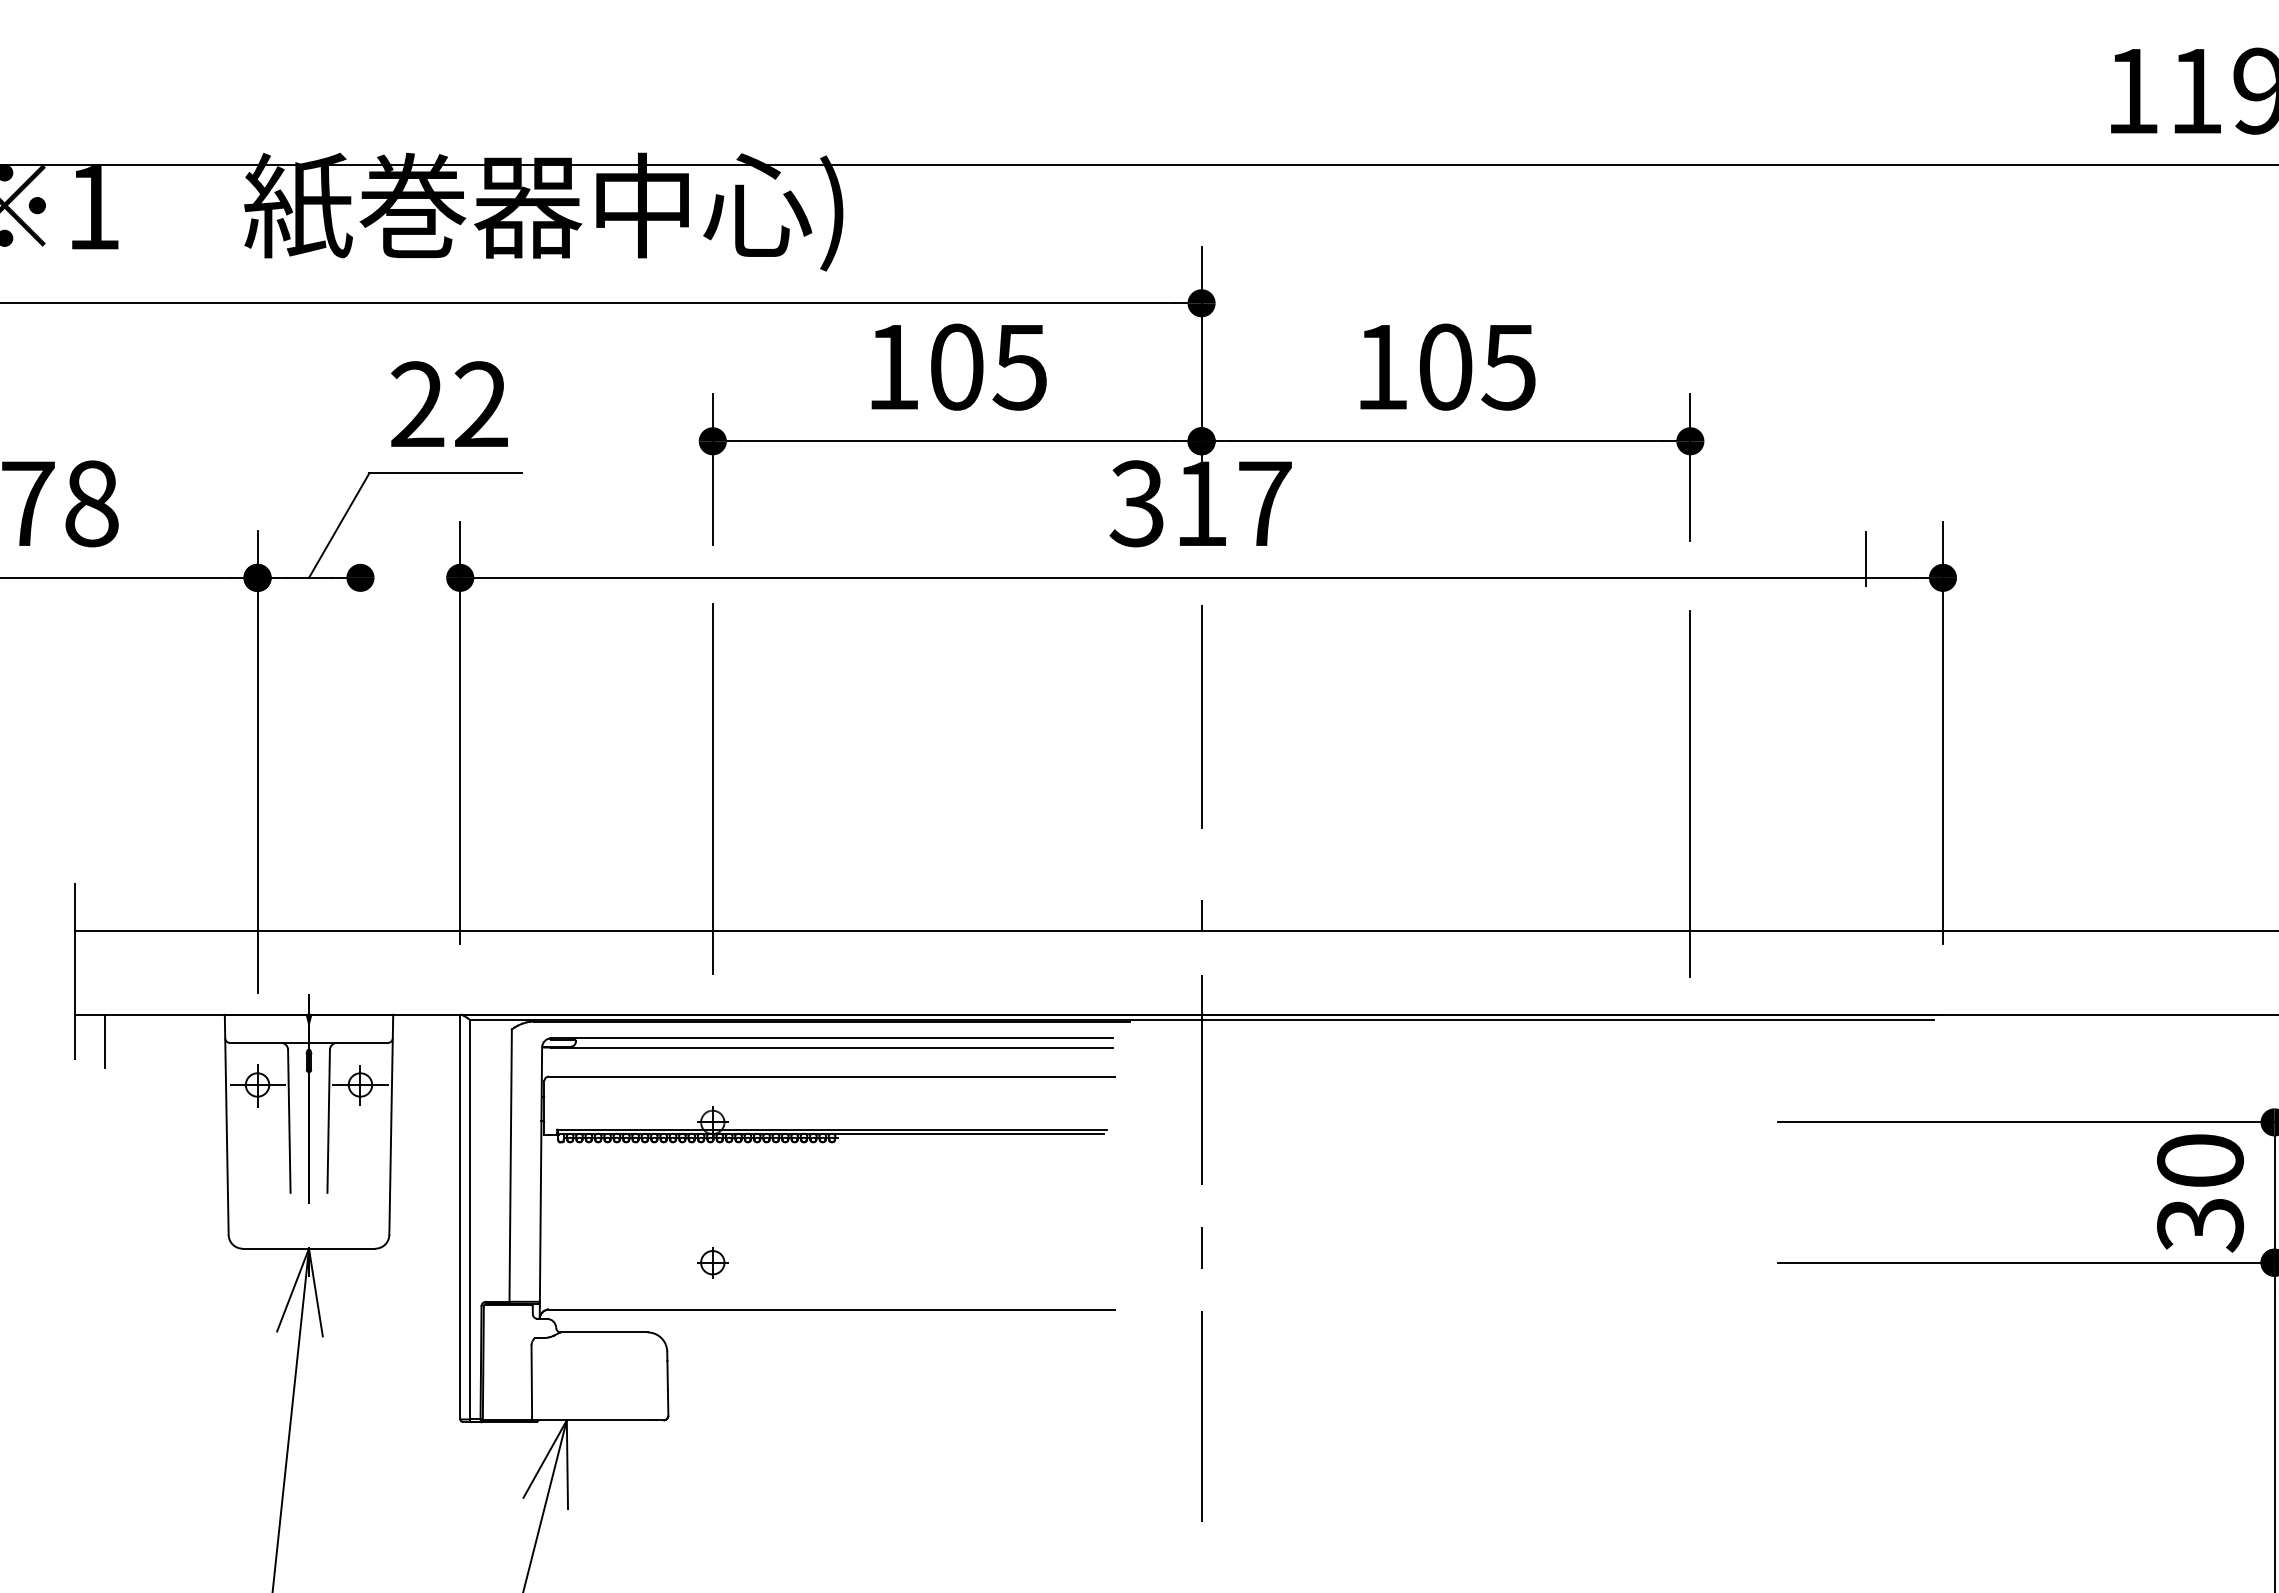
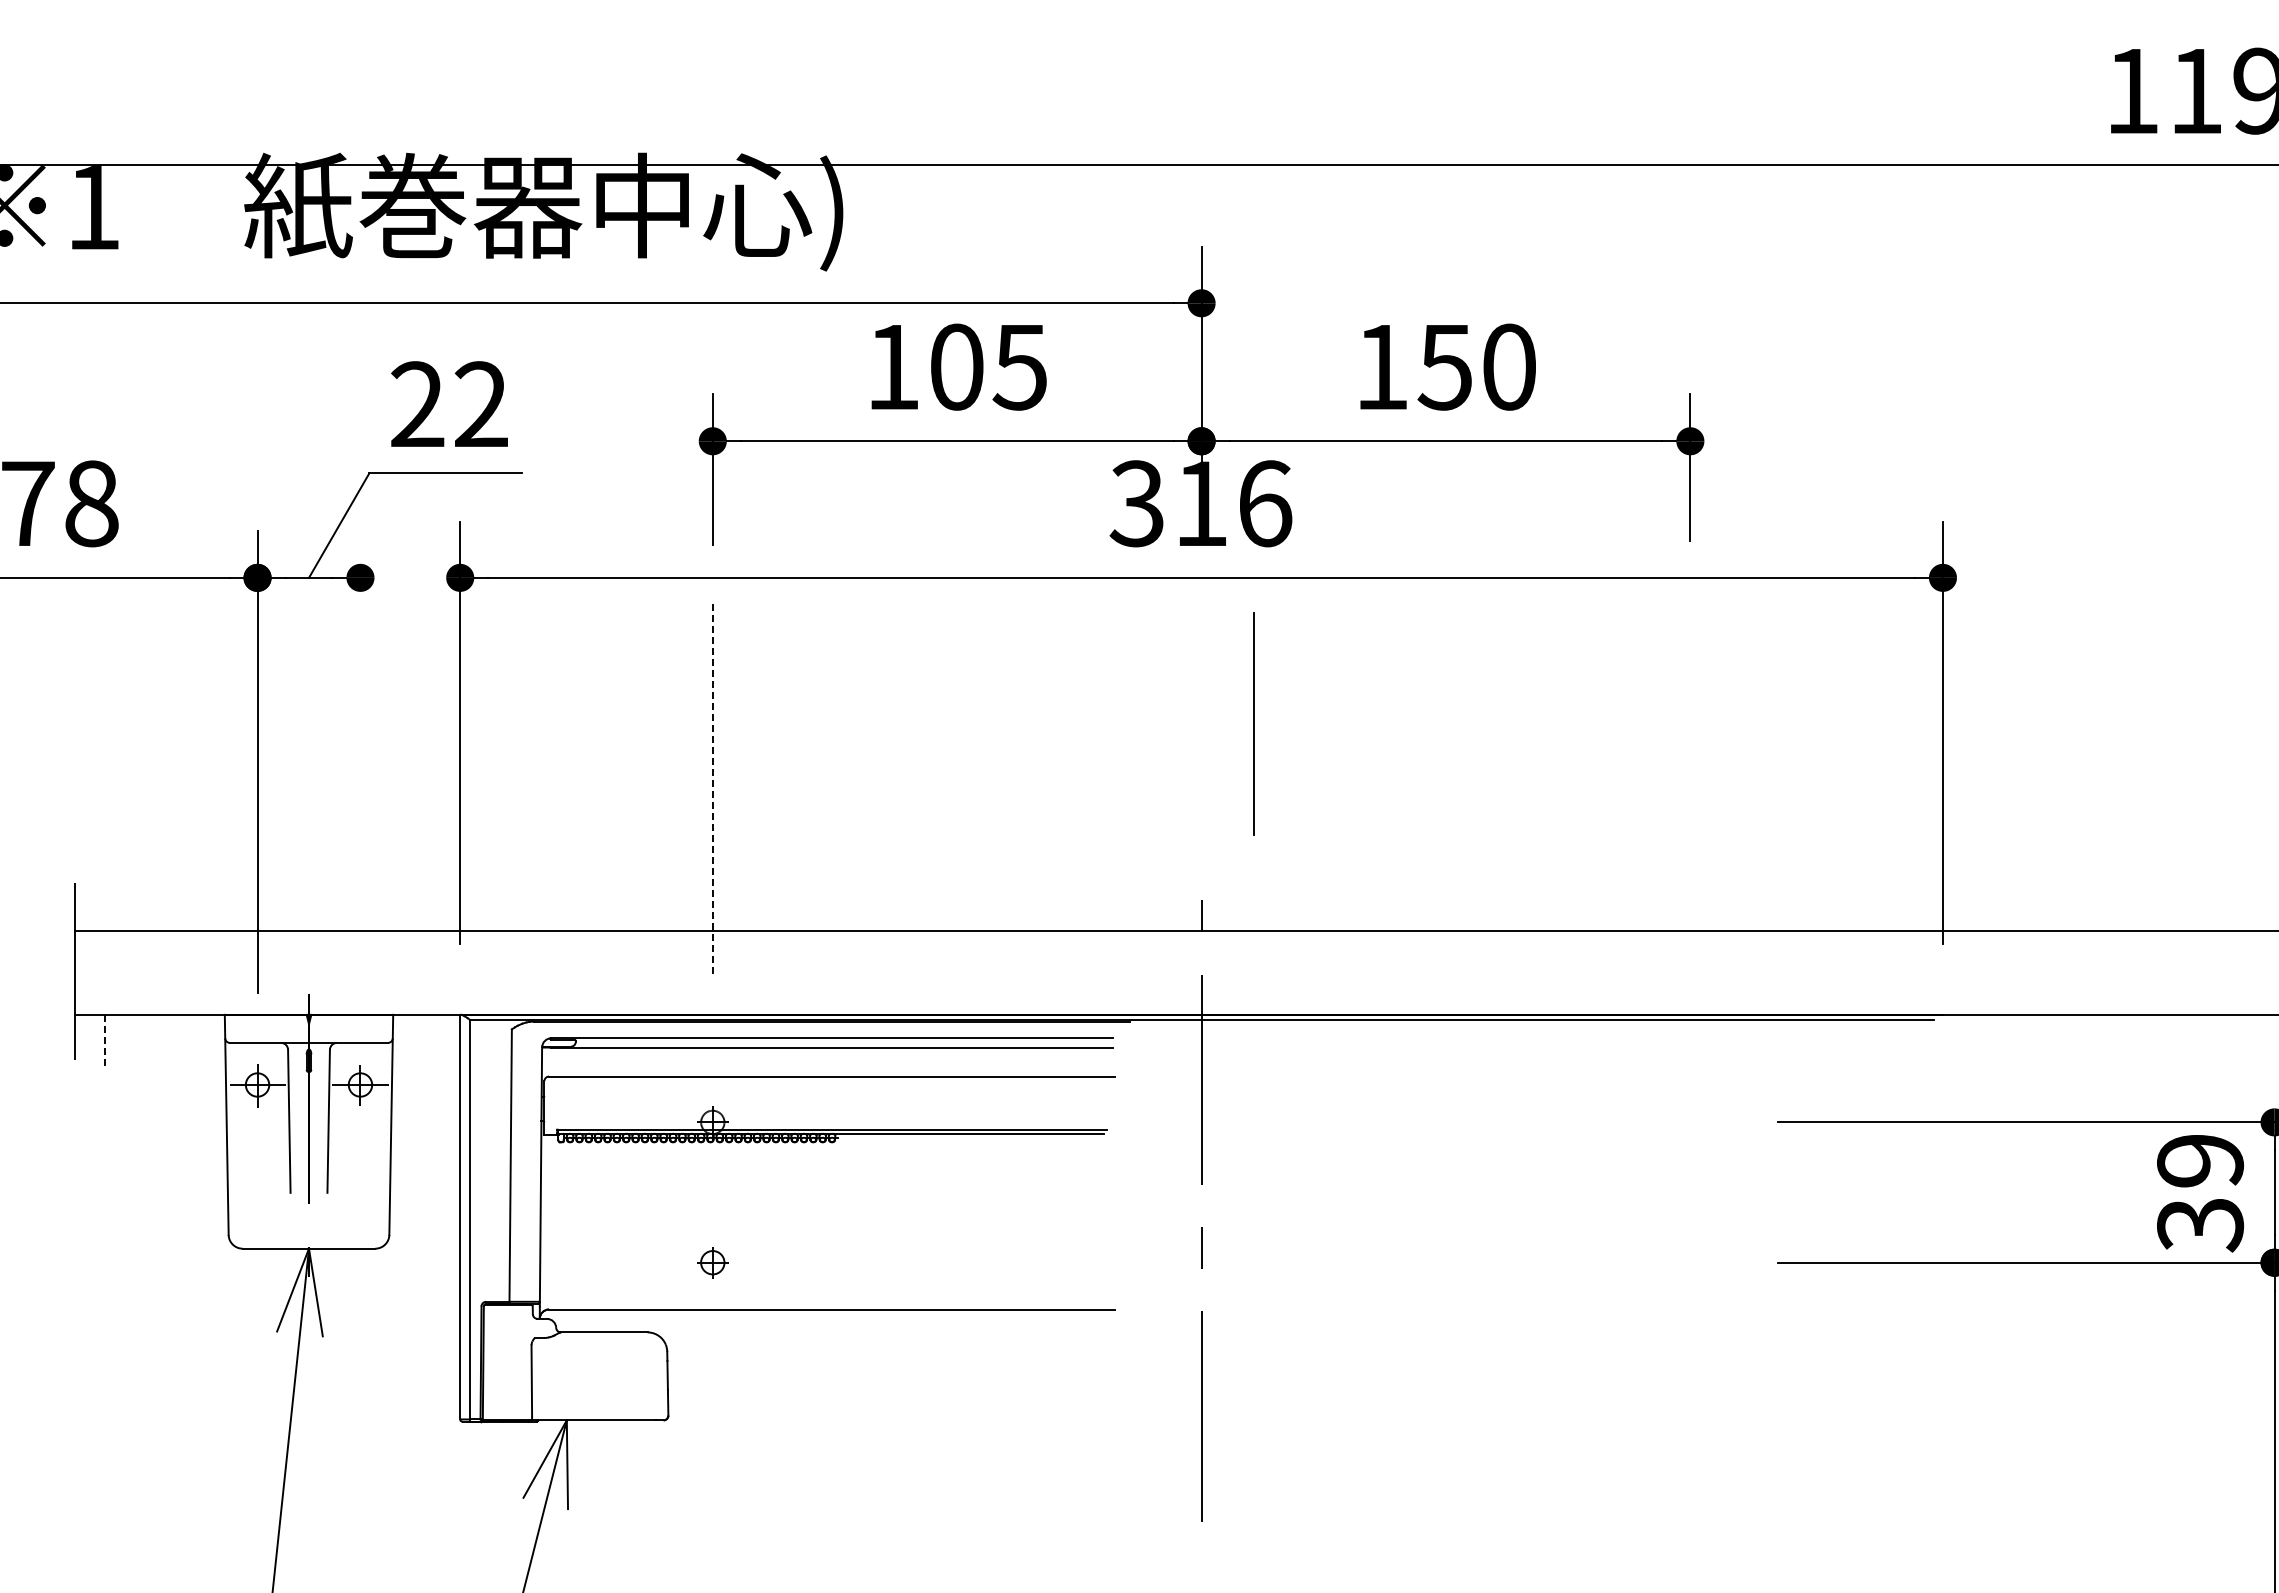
text at (1476, 366): 105 -> 150
text at (1265, 503): 317 -> 316
line at (1865, 558): present -> none
line at (1201, 716) position: (1201, 716) -> (1253, 723)
line at (712, 788): solid -> dashed
line at (1690, 793): present -> none
line at (105, 1041): solid -> dashed
text at (2200, 1160): 30 -> 39
